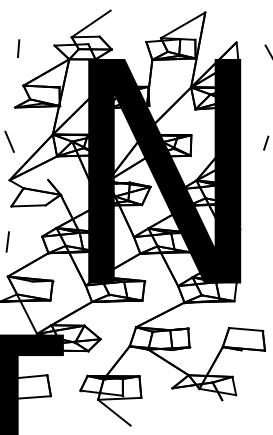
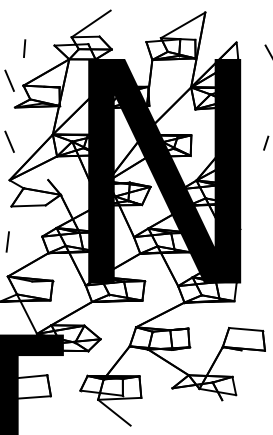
line at (18, 48) position: (18, 48) -> (24, 48)
line at (9, 80): none -> present
